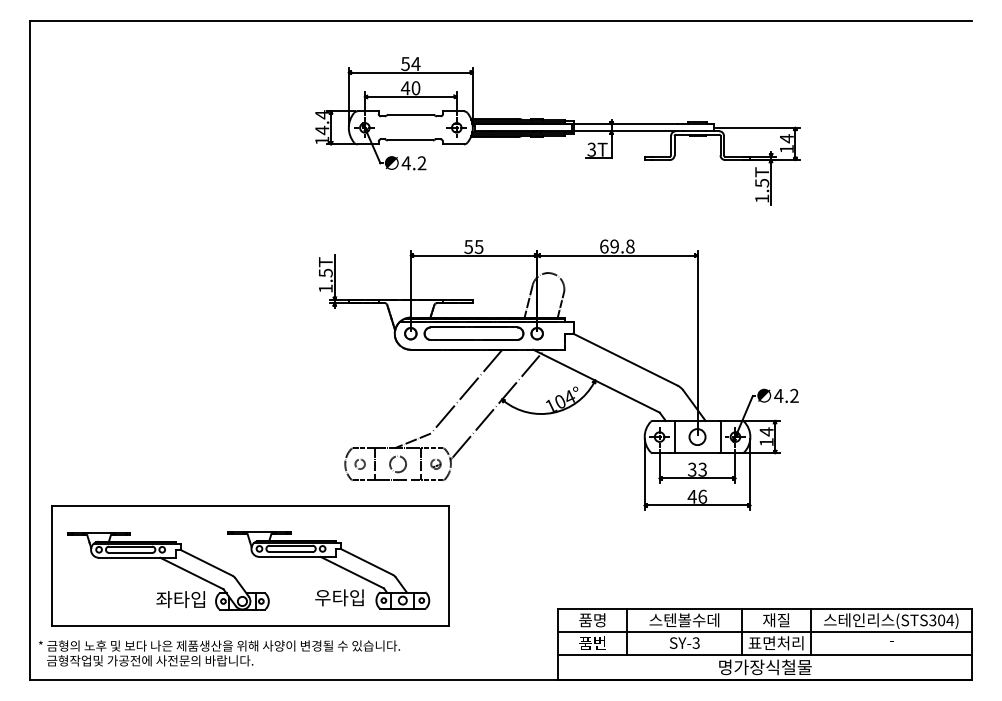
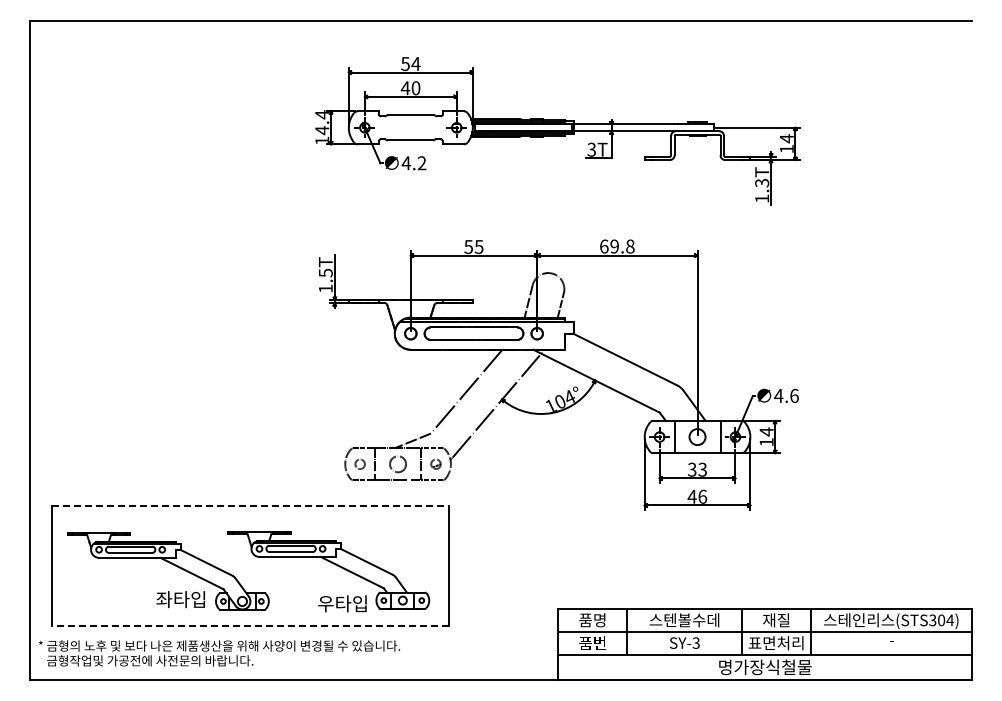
text at (761, 182): 1.5T -> 1.3T
text at (794, 395): 4.2 -> 4.6
line at (250, 506): solid -> dashed
text at (339, 597) position: (339, 597) -> (342, 603)
line at (250, 625): solid -> dashed
